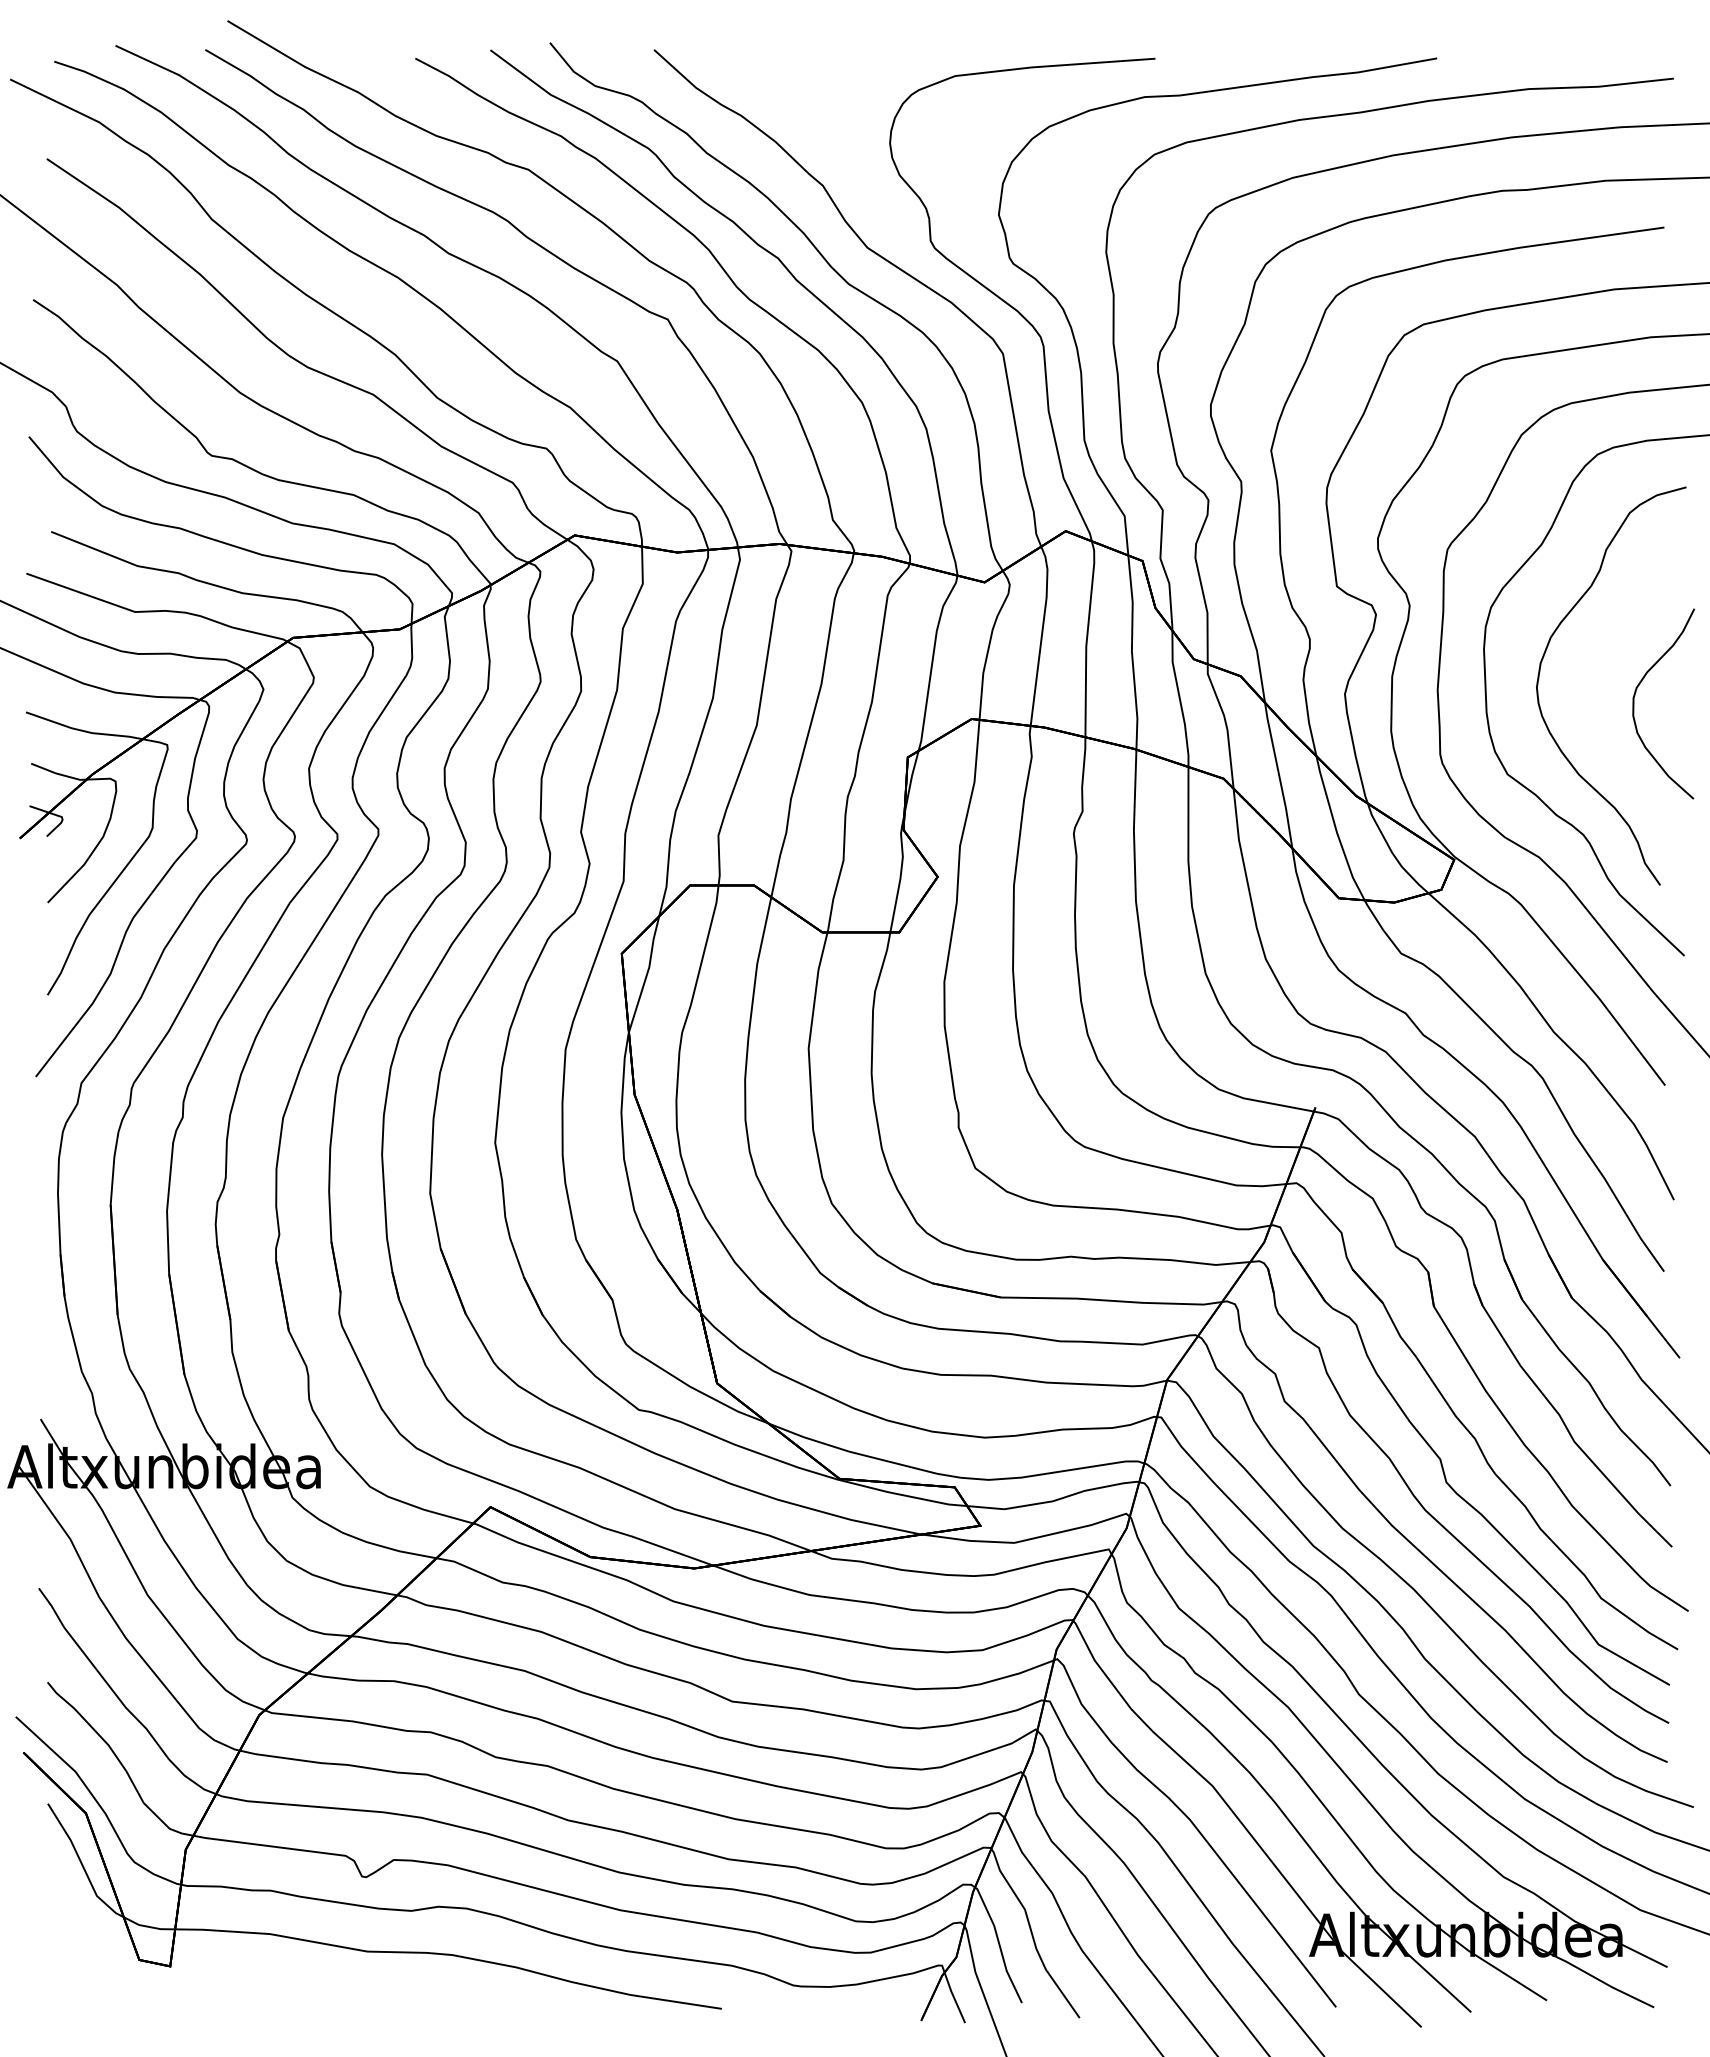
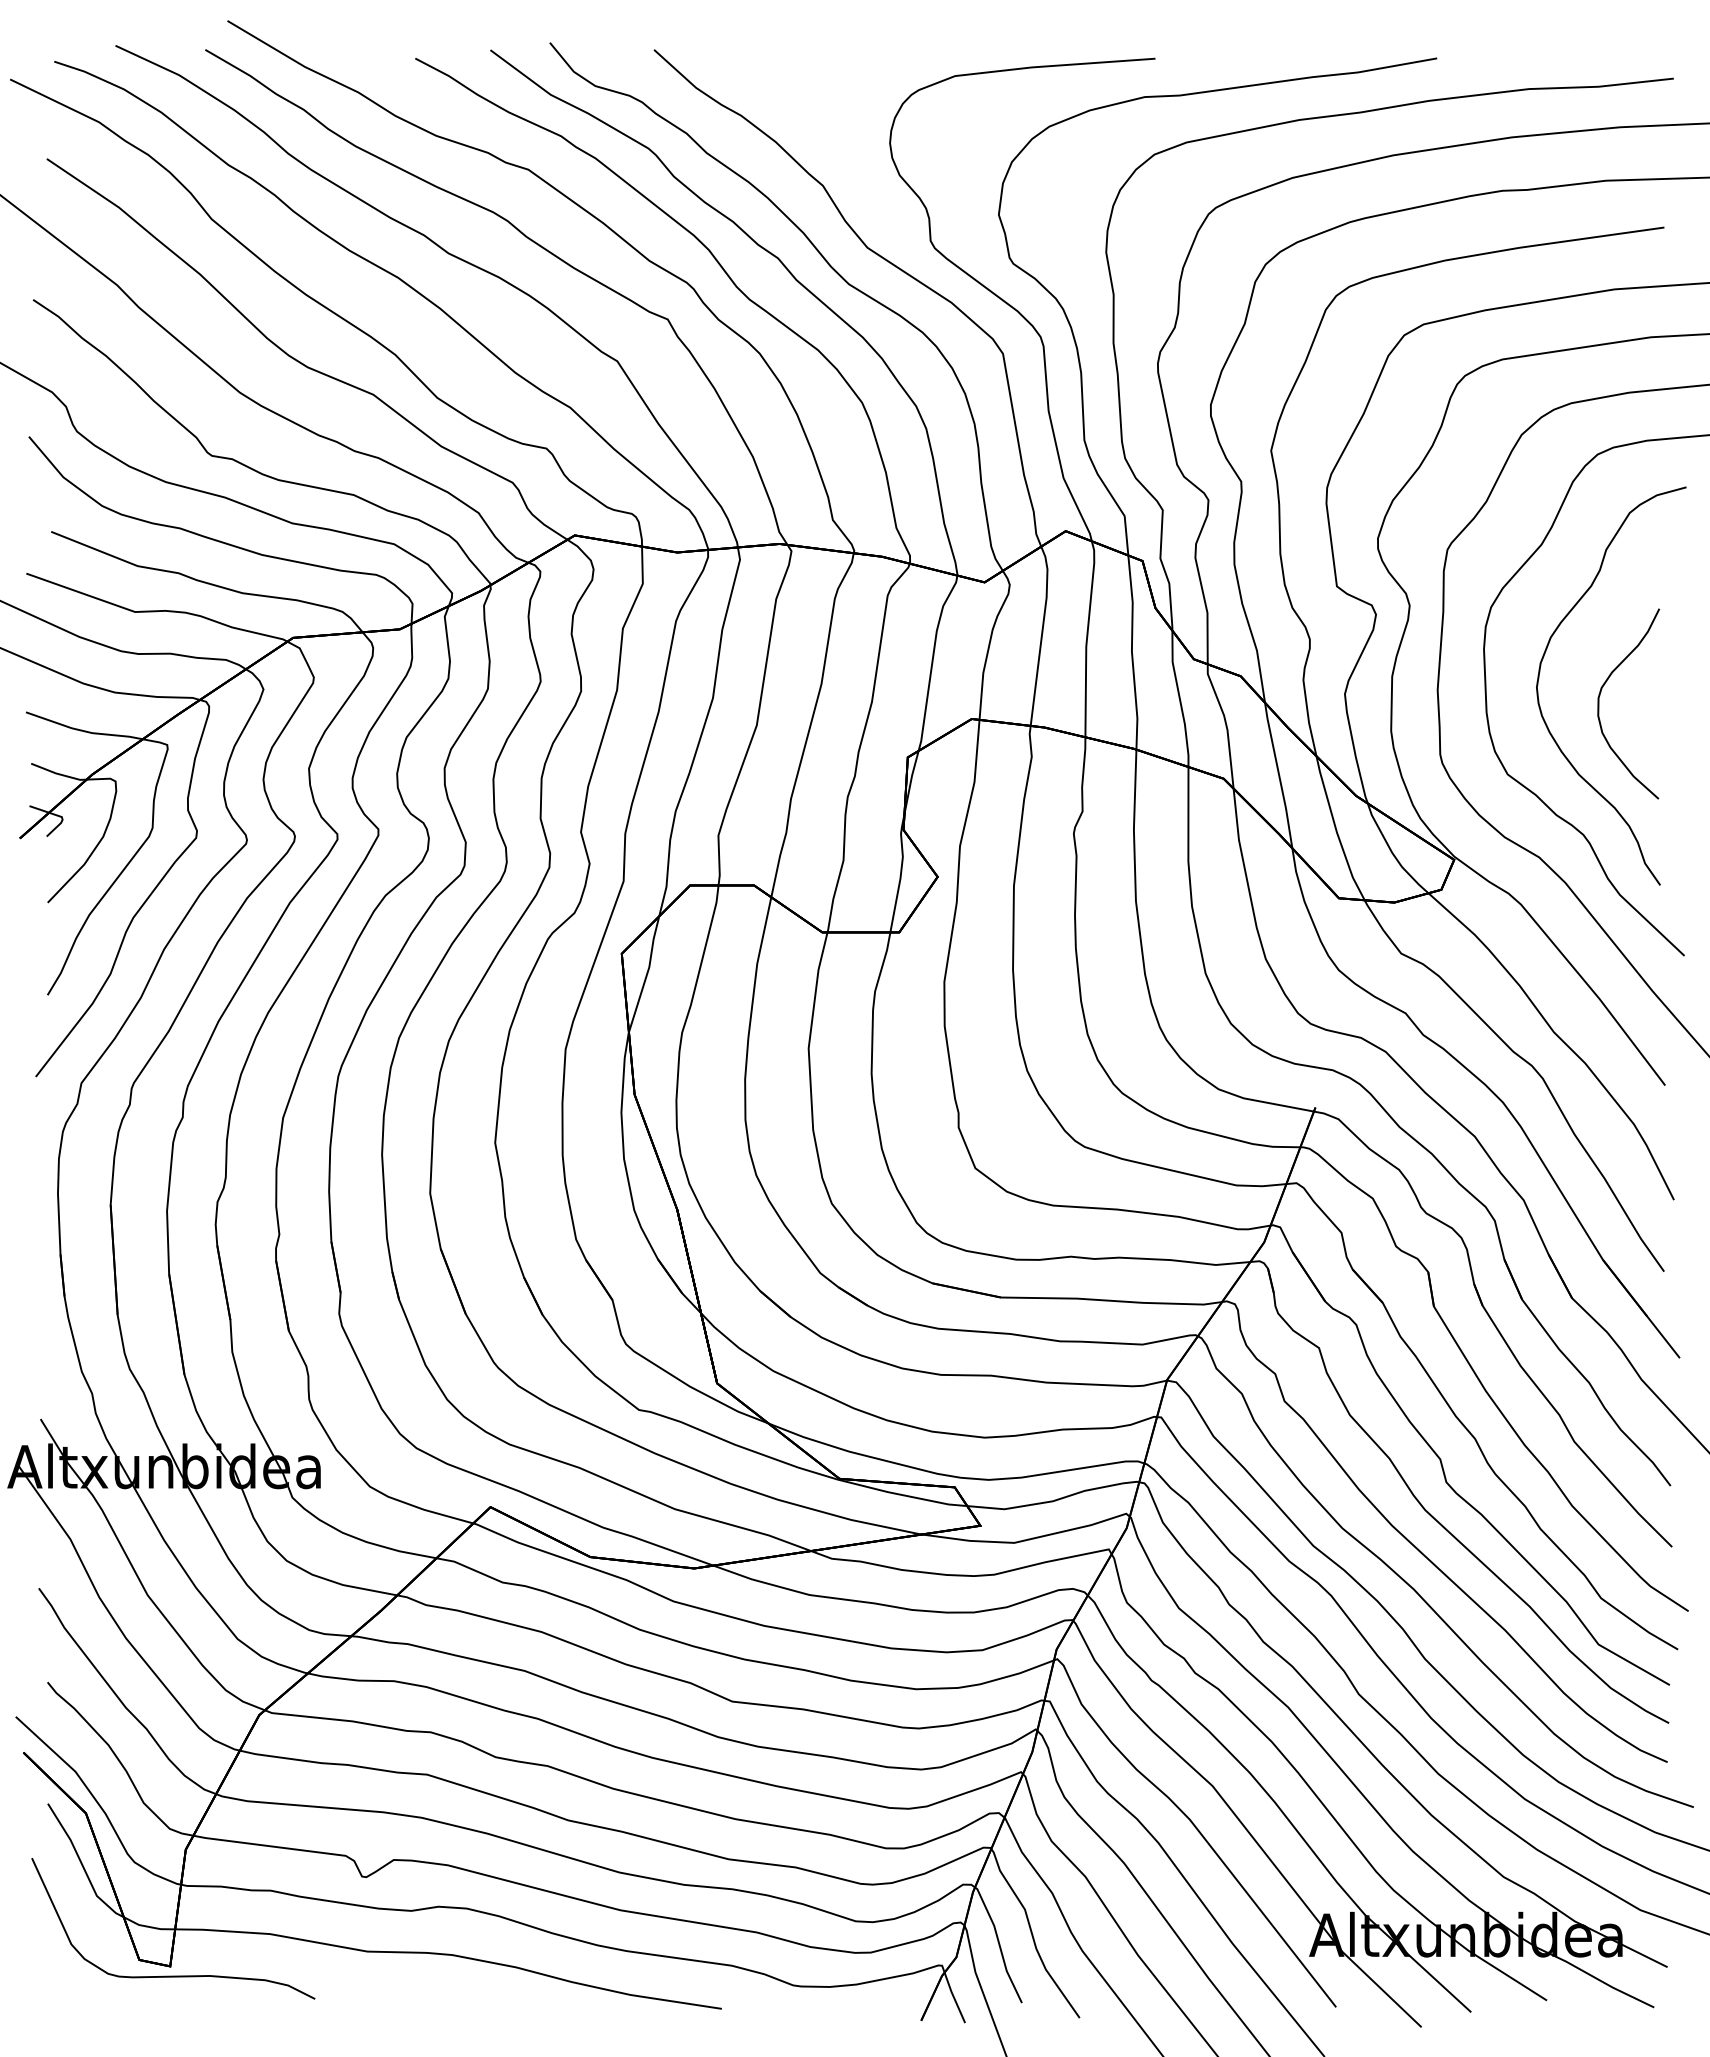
curve at (1634, 703) position: (1634, 703) -> (1599, 703)
curve at (173, 1975): none -> present
